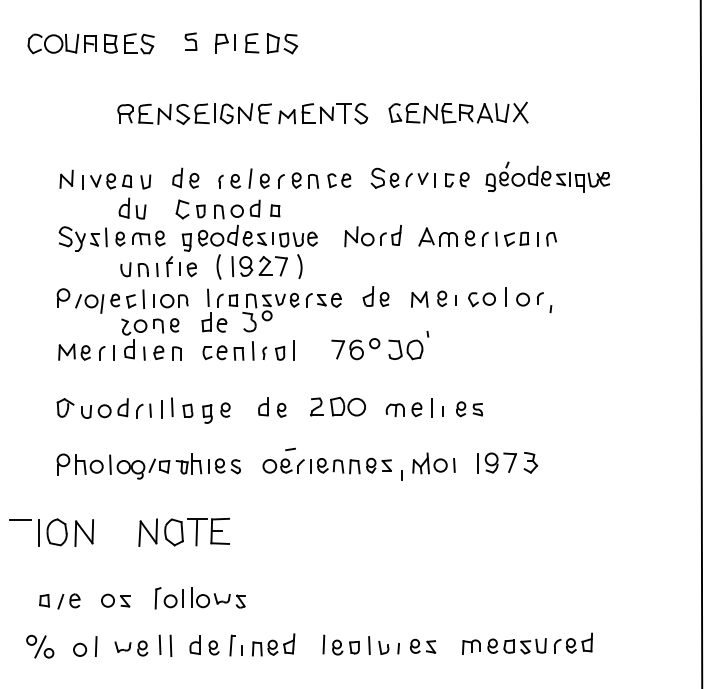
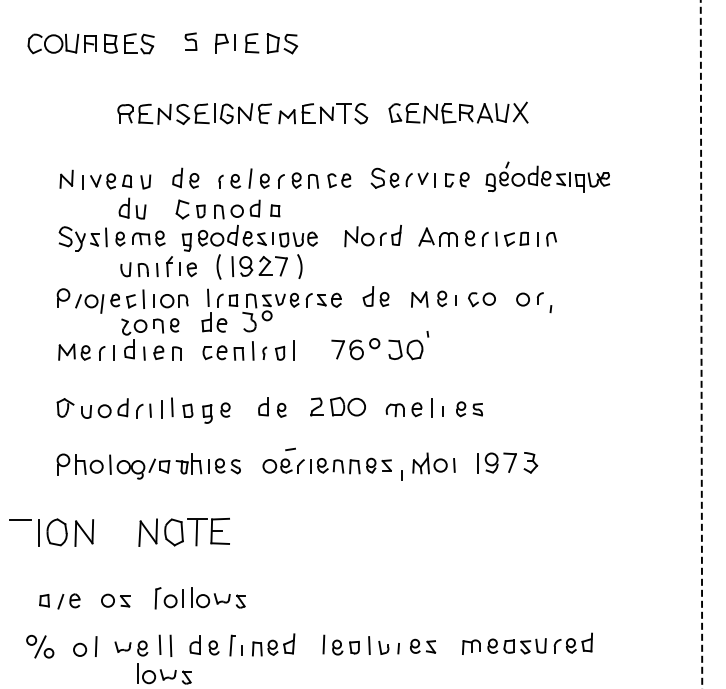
line at (505, 296): present -> none
line at (701, 343): solid -> dashed
part at (164, 673): none -> present
